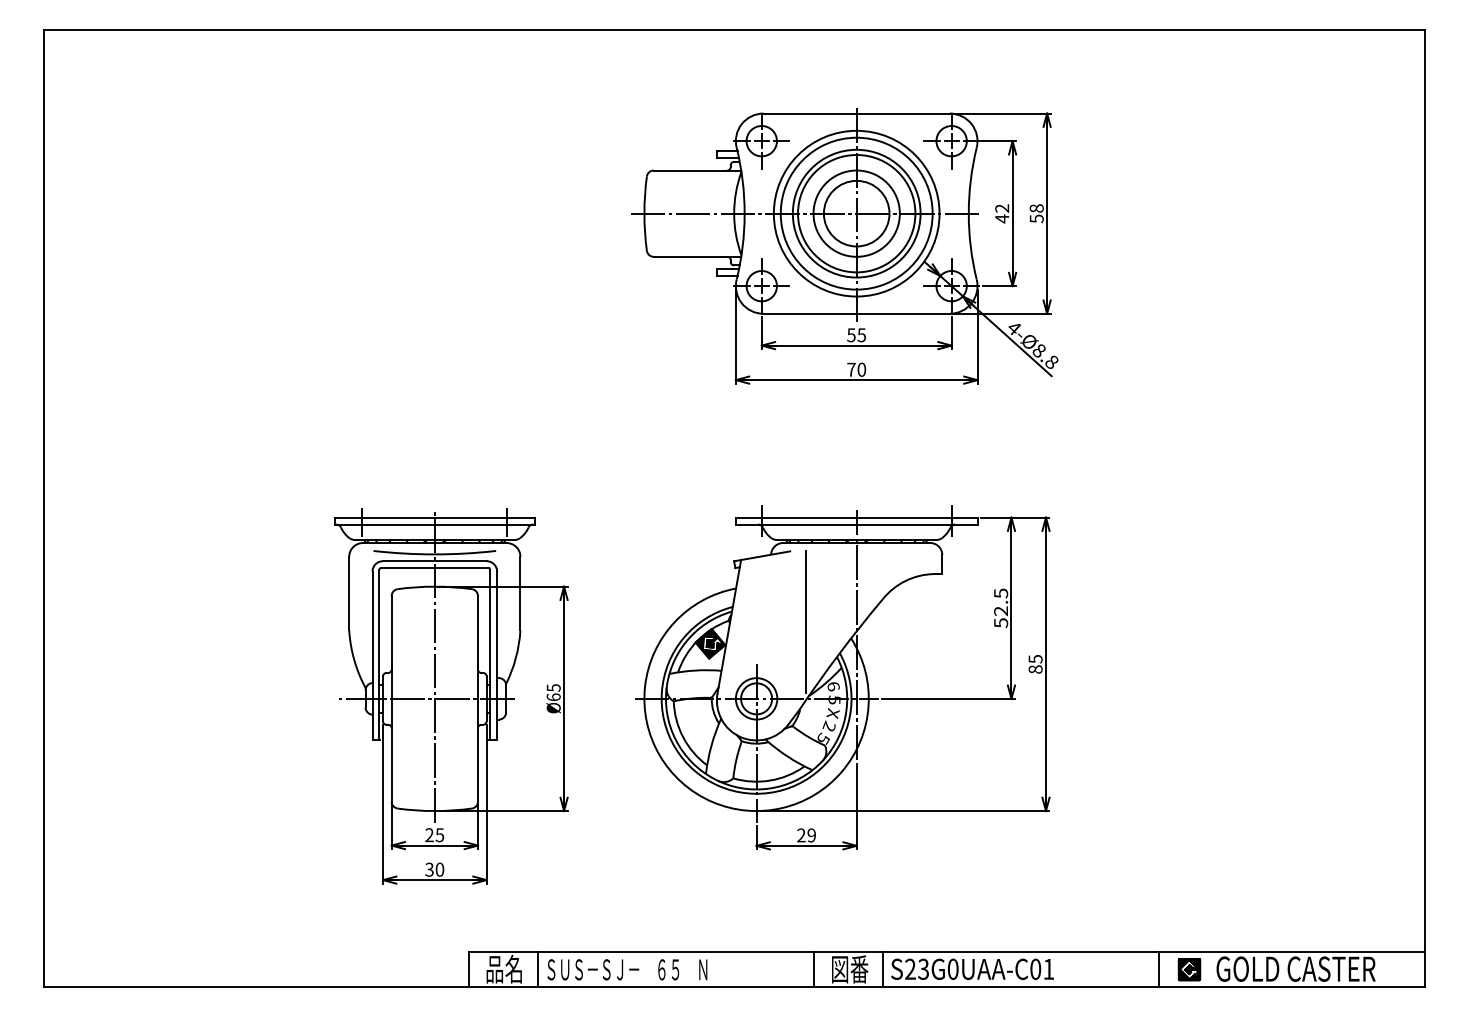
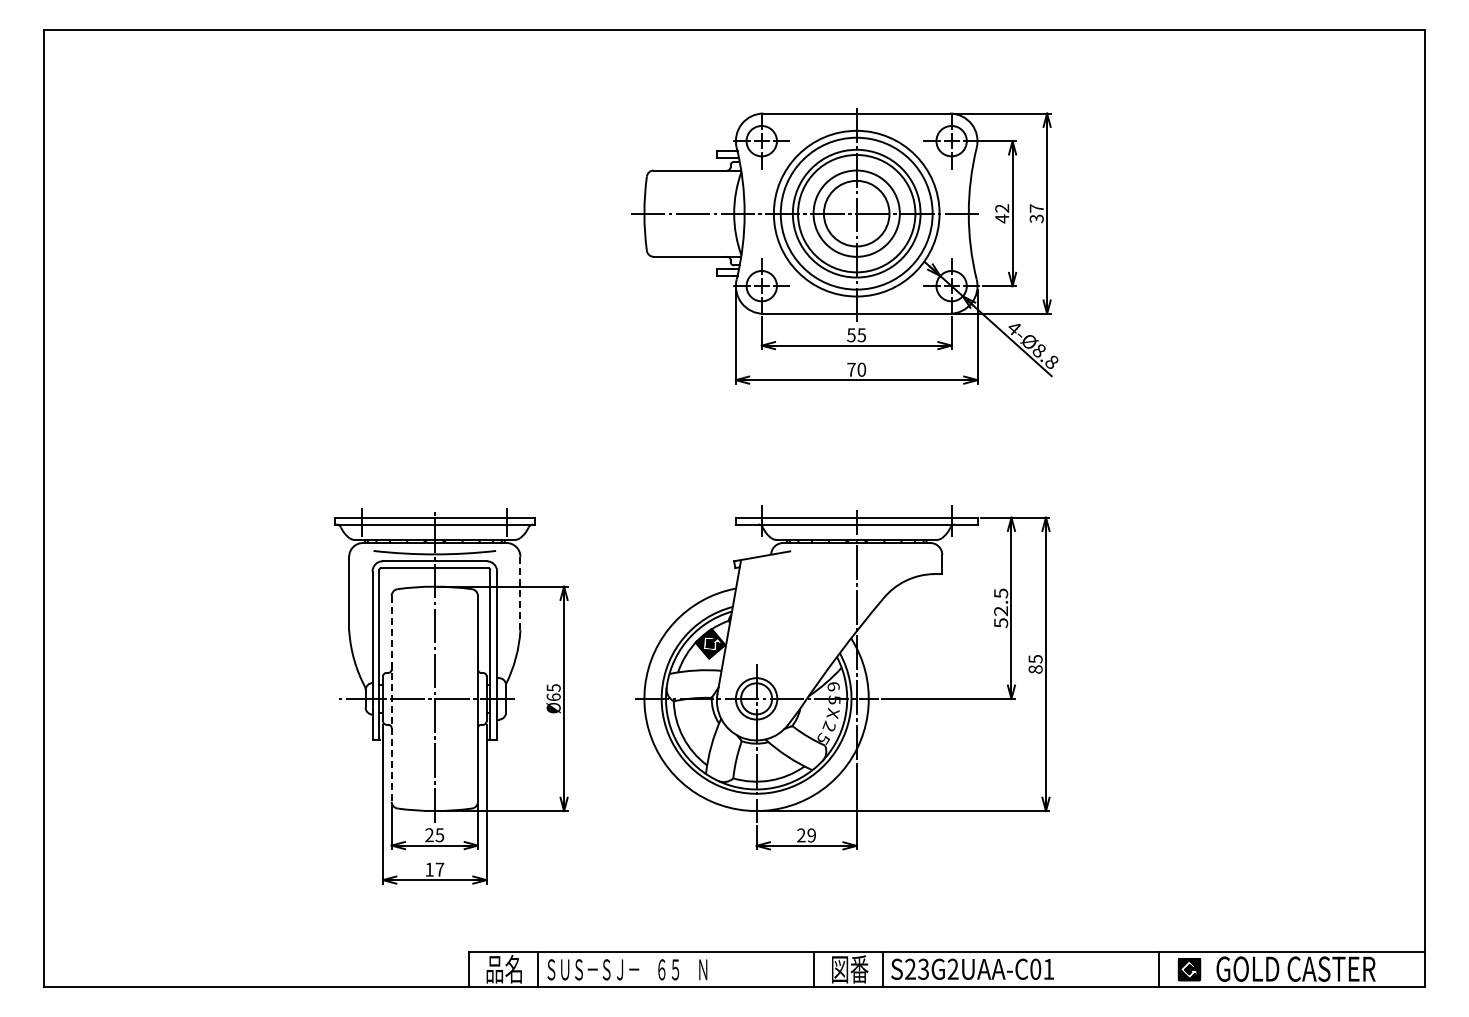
text at (1036, 213): 58 -> 37
line at (520, 593): solid -> dashed
line at (806, 622): present -> none
line at (391, 698): solid -> dashed
text at (434, 869): 30 -> 17
text at (952, 968): S23G0UAA-C01 -> S23G2UAA-C01
